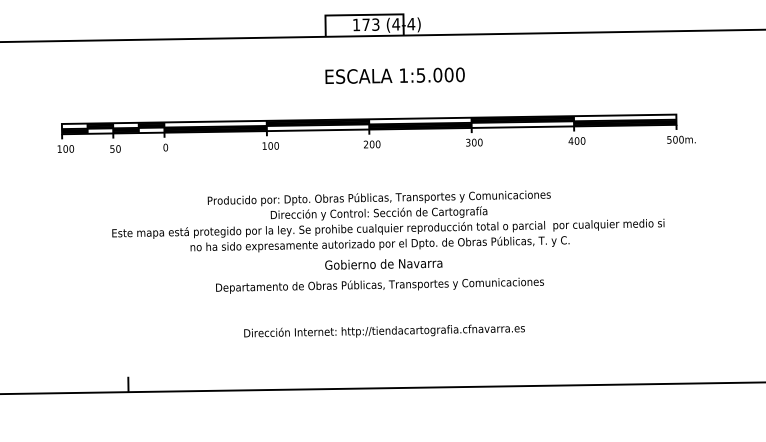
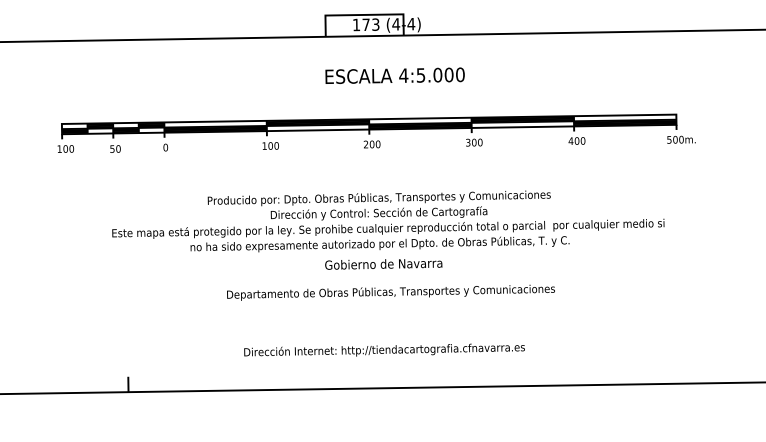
text at (403, 75): 1:5.000 -> 4:5.000
text at (379, 285) position: (379, 285) -> (390, 292)
text at (384, 330) position: (384, 330) -> (384, 349)
